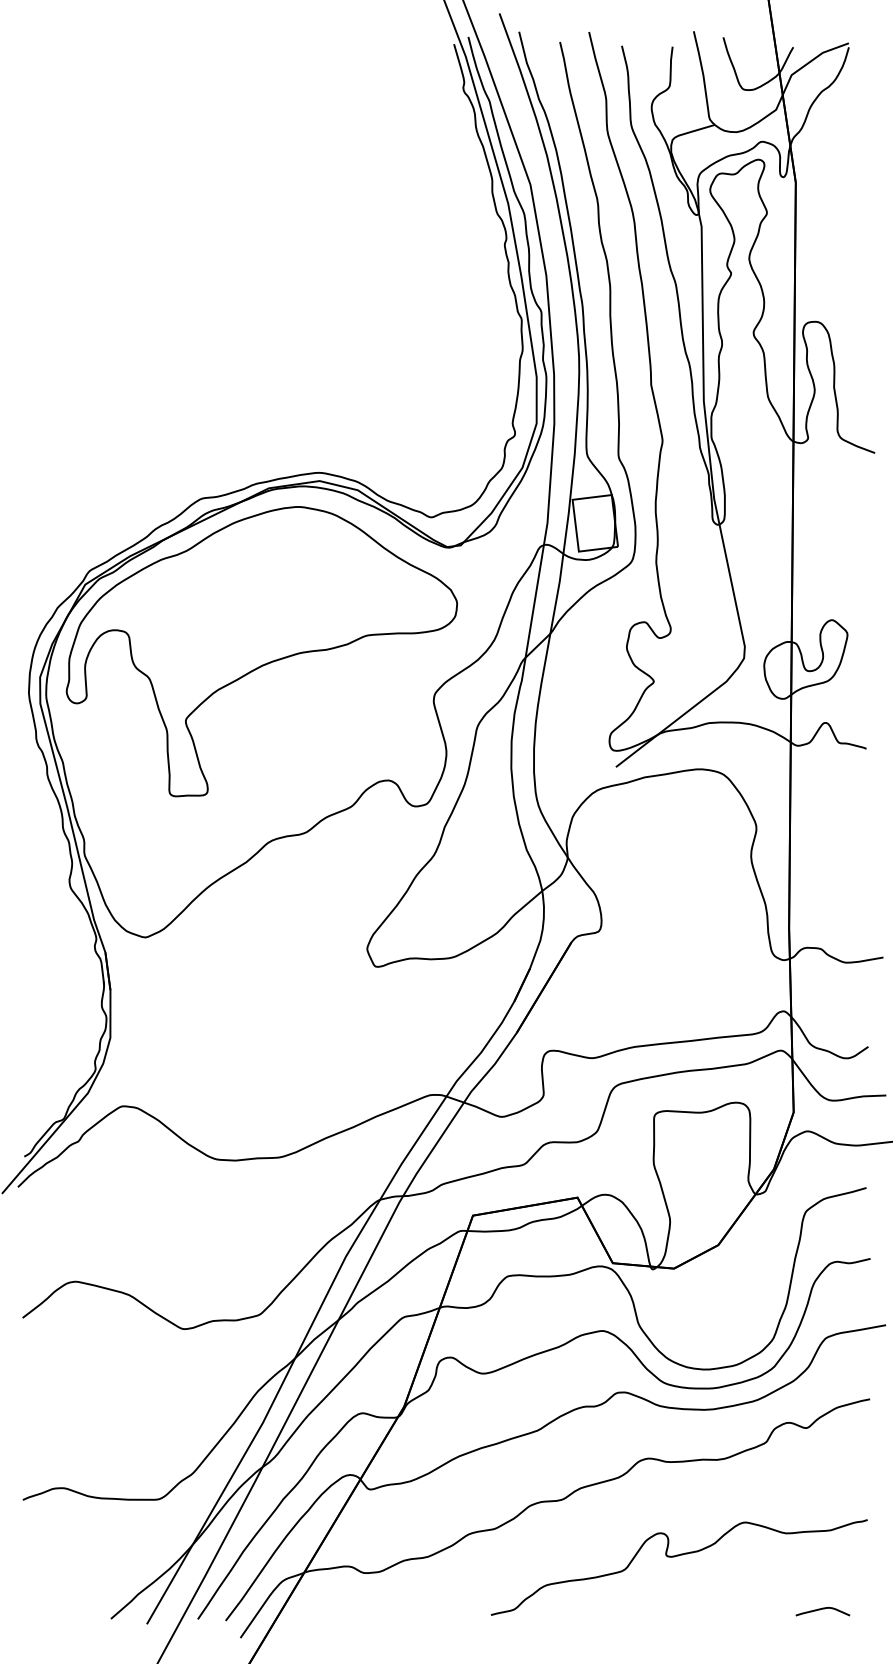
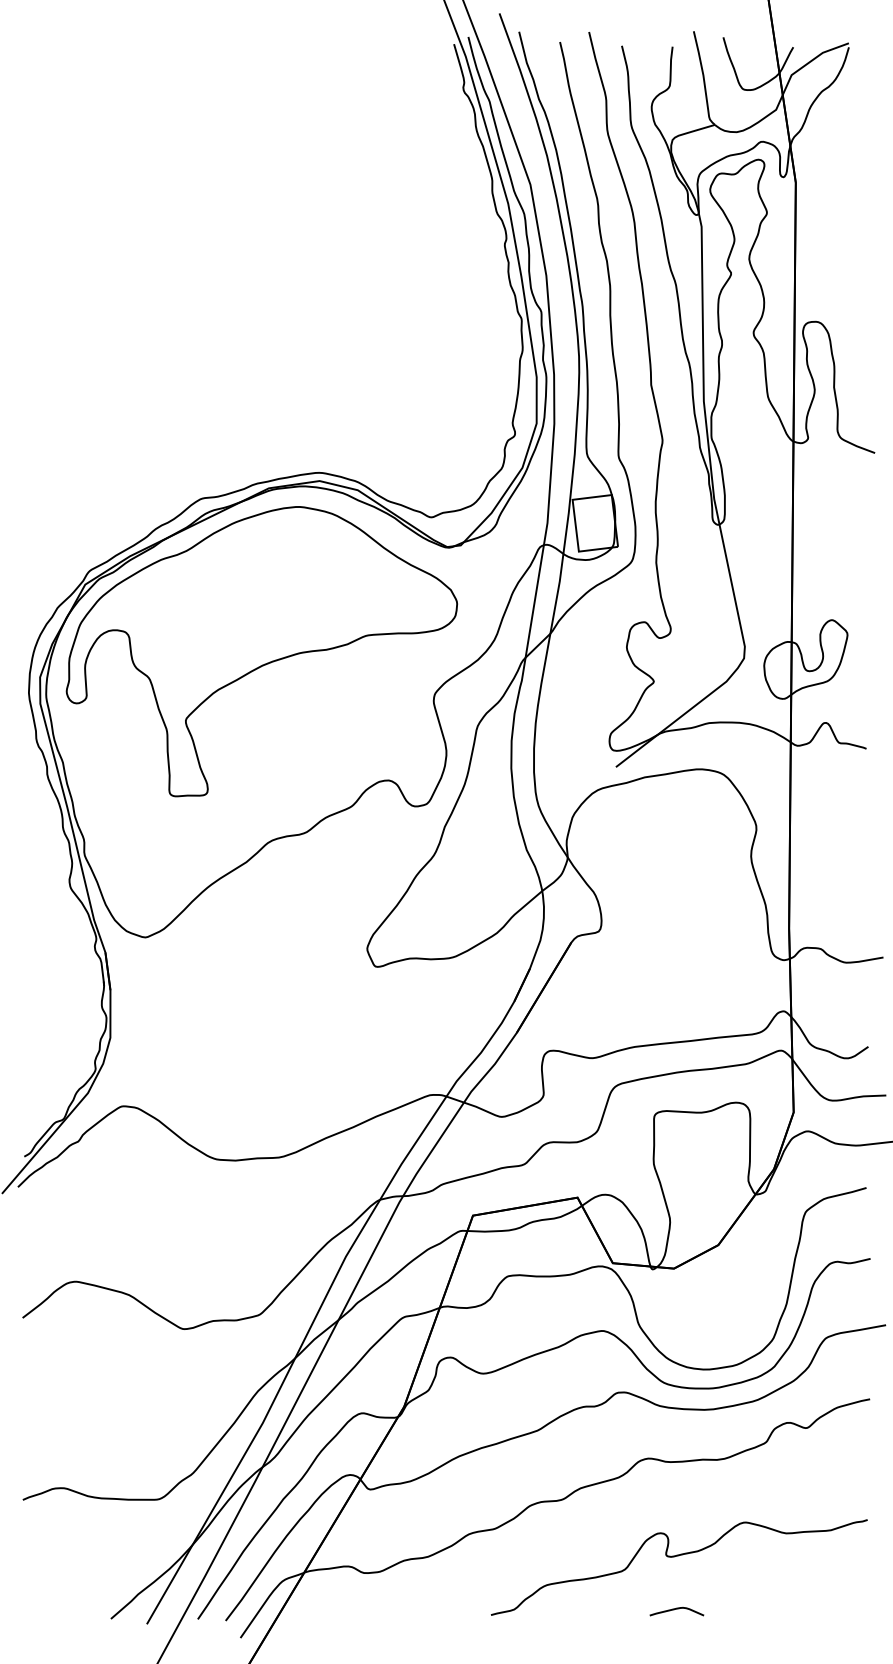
curve at (822, 1609) position: (822, 1609) -> (676, 1609)
